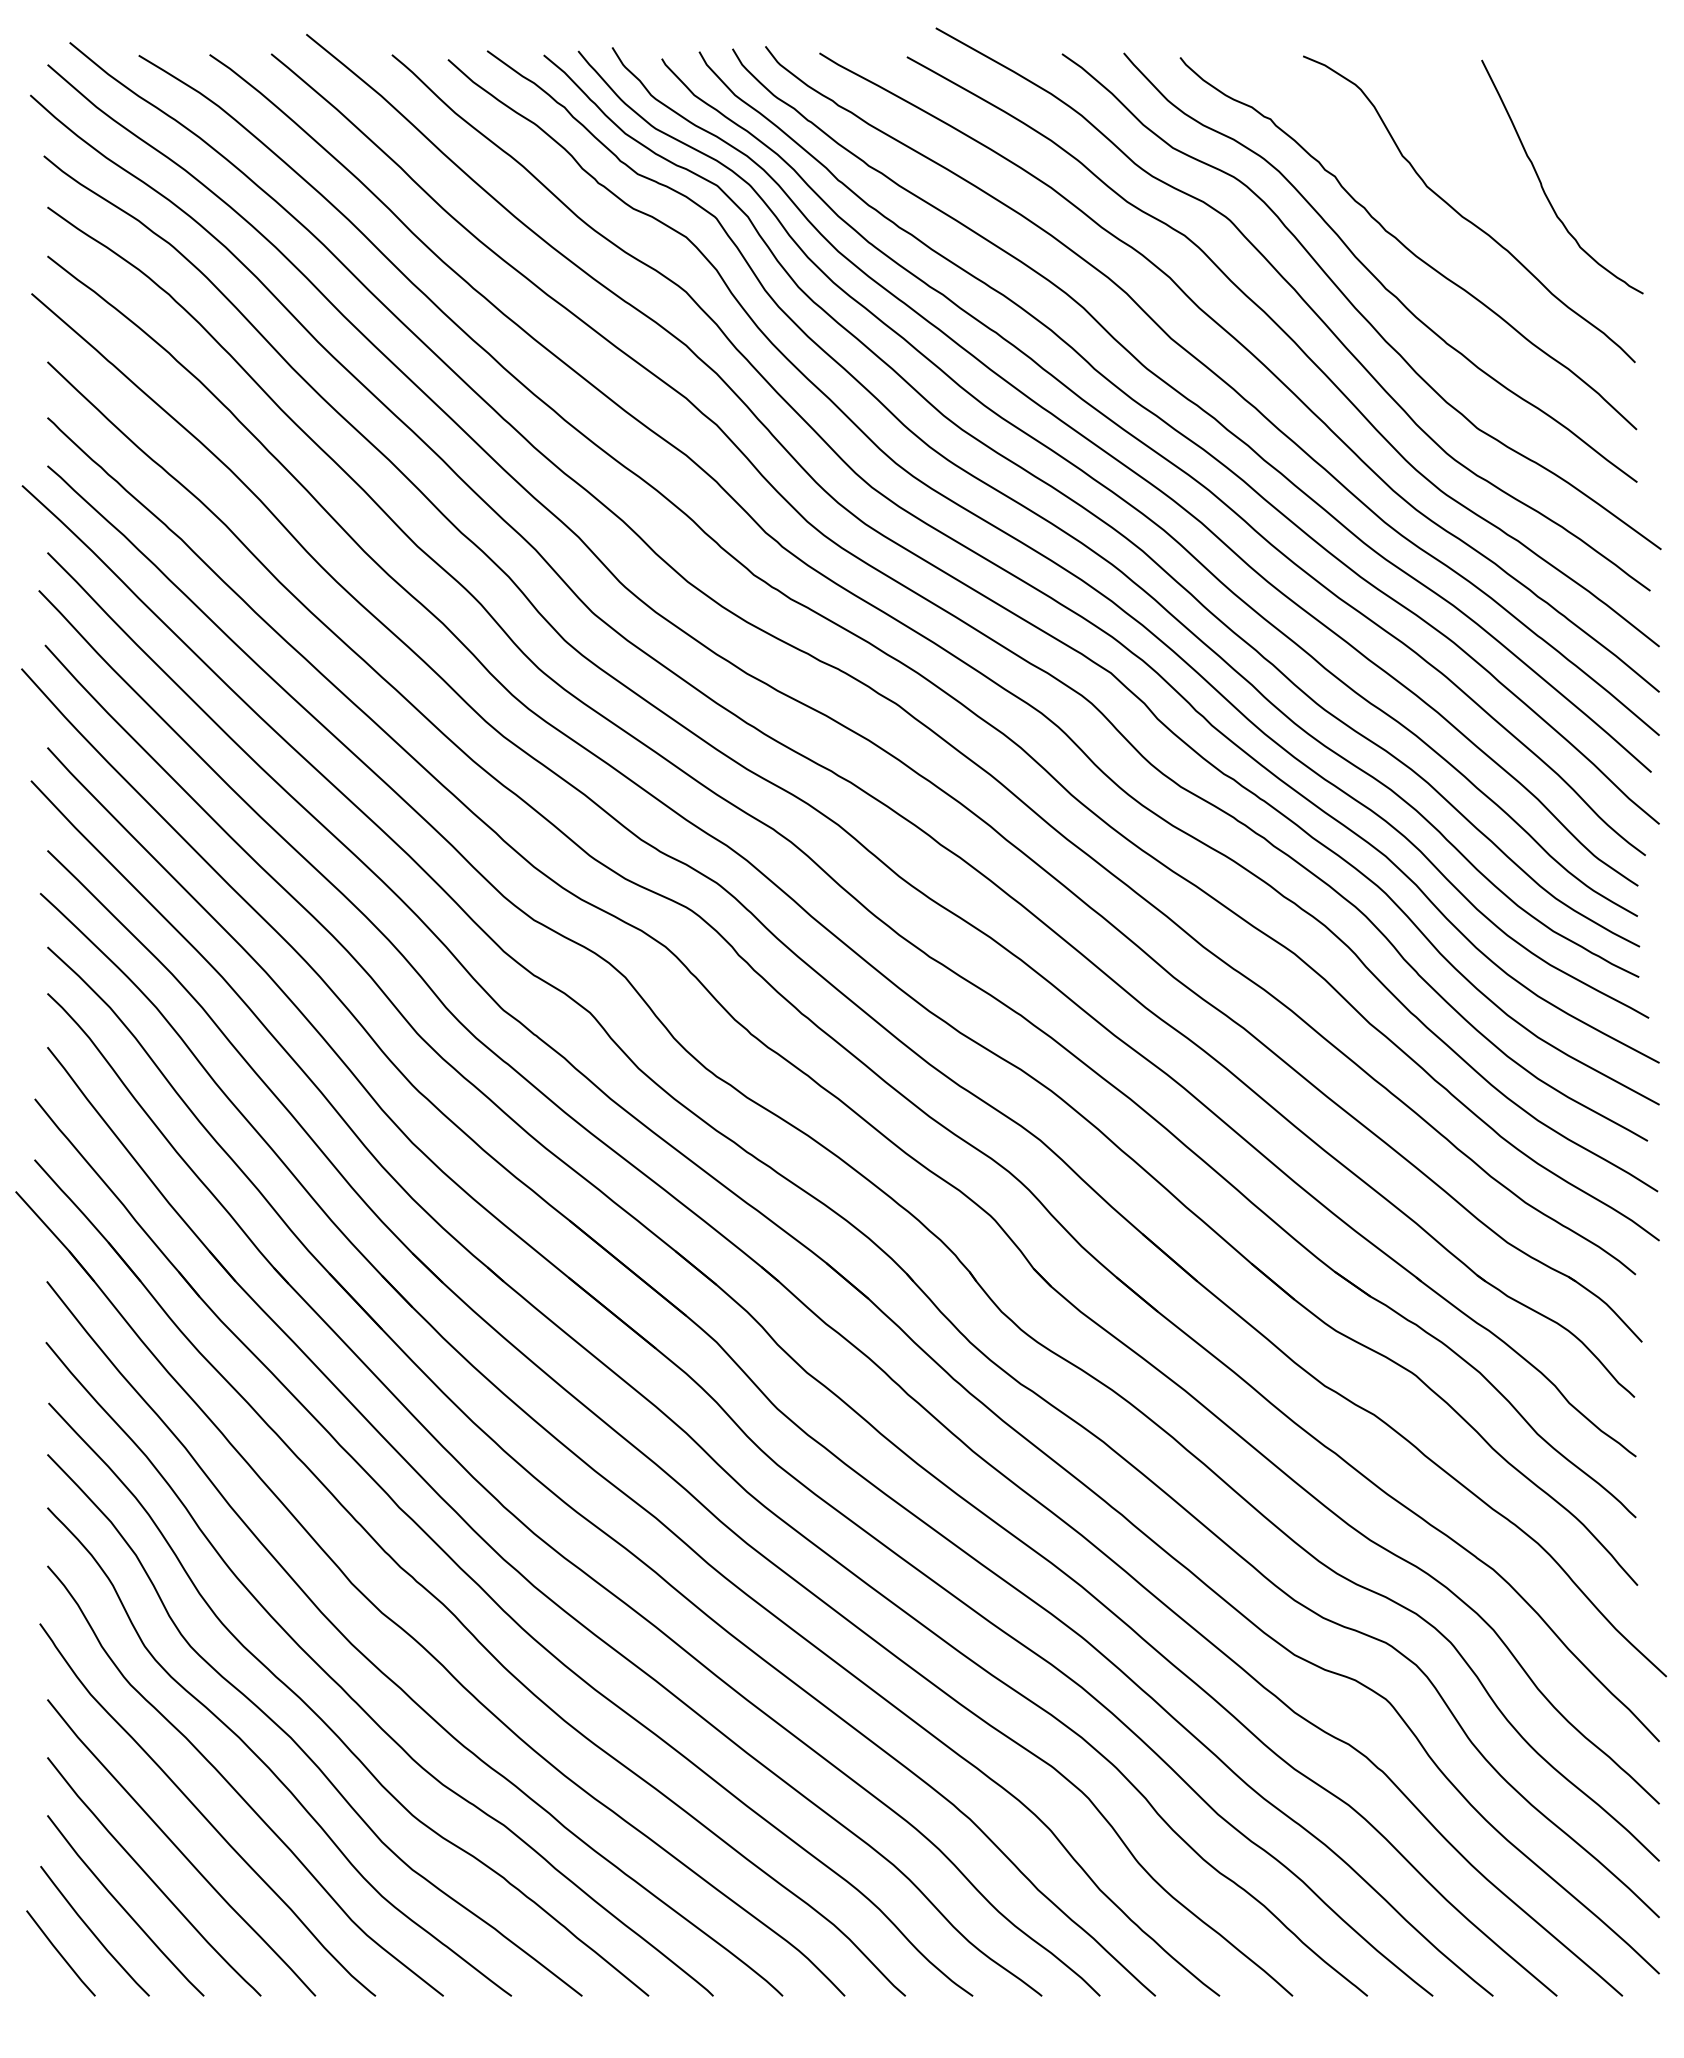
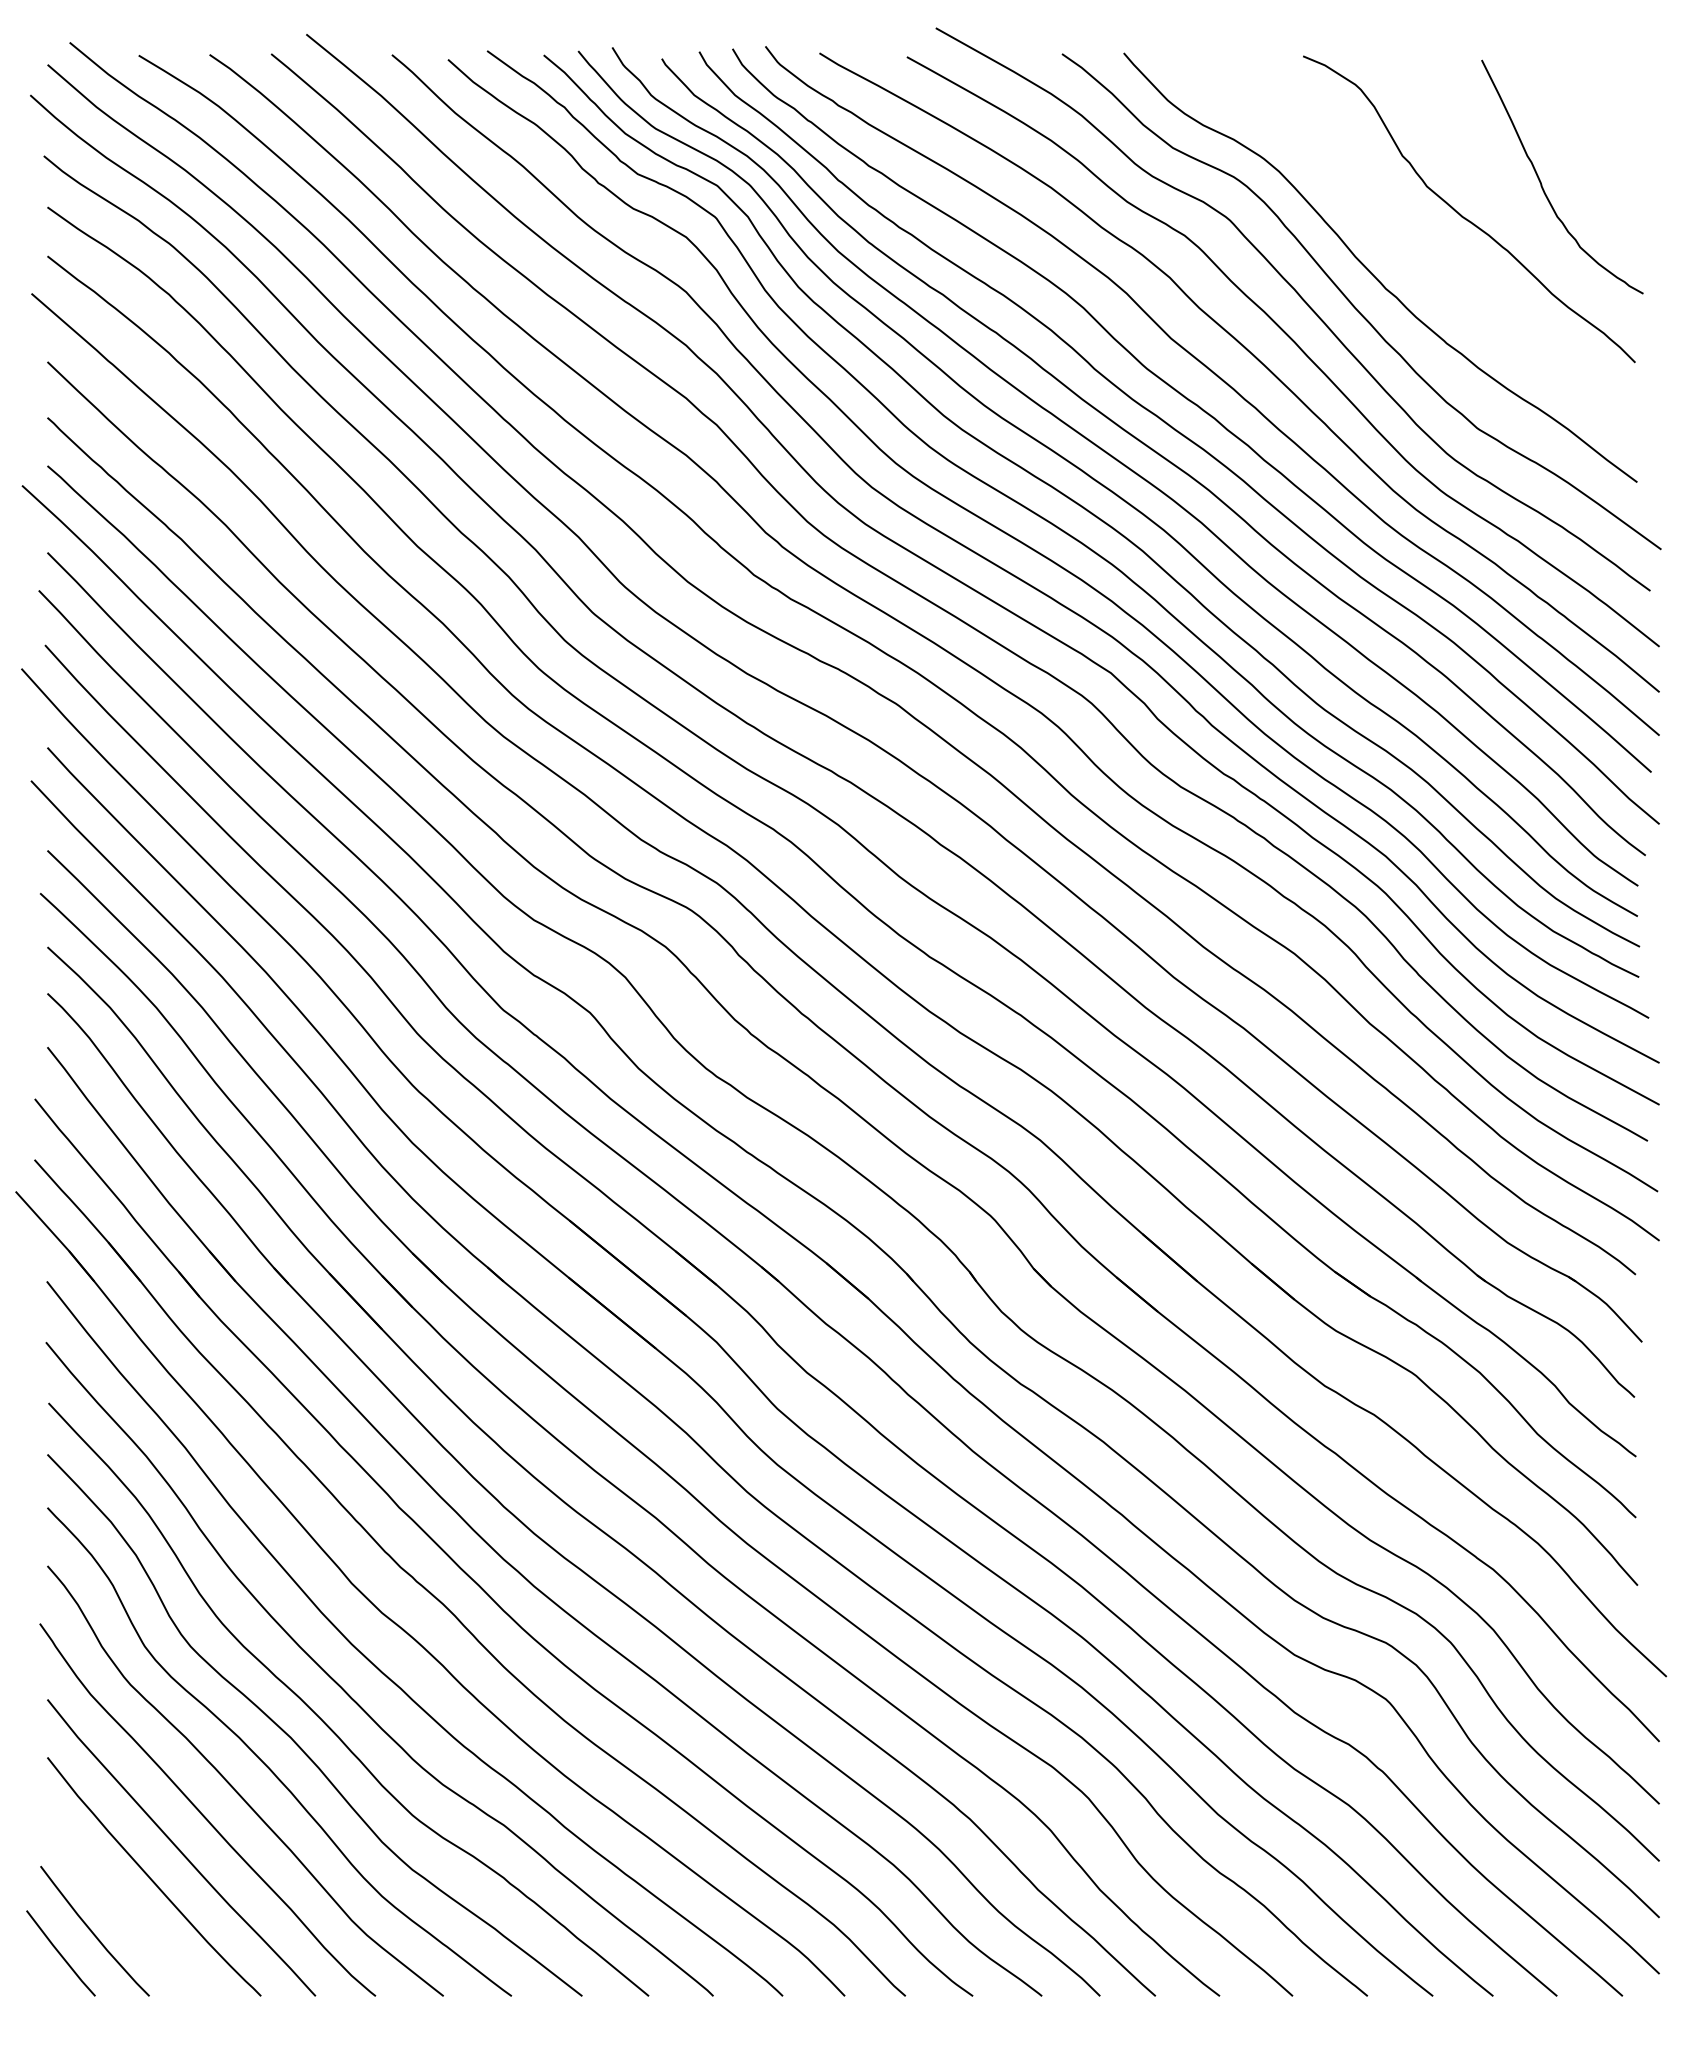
curve at (1405, 245): present -> none
curve at (123, 1906): present -> none
